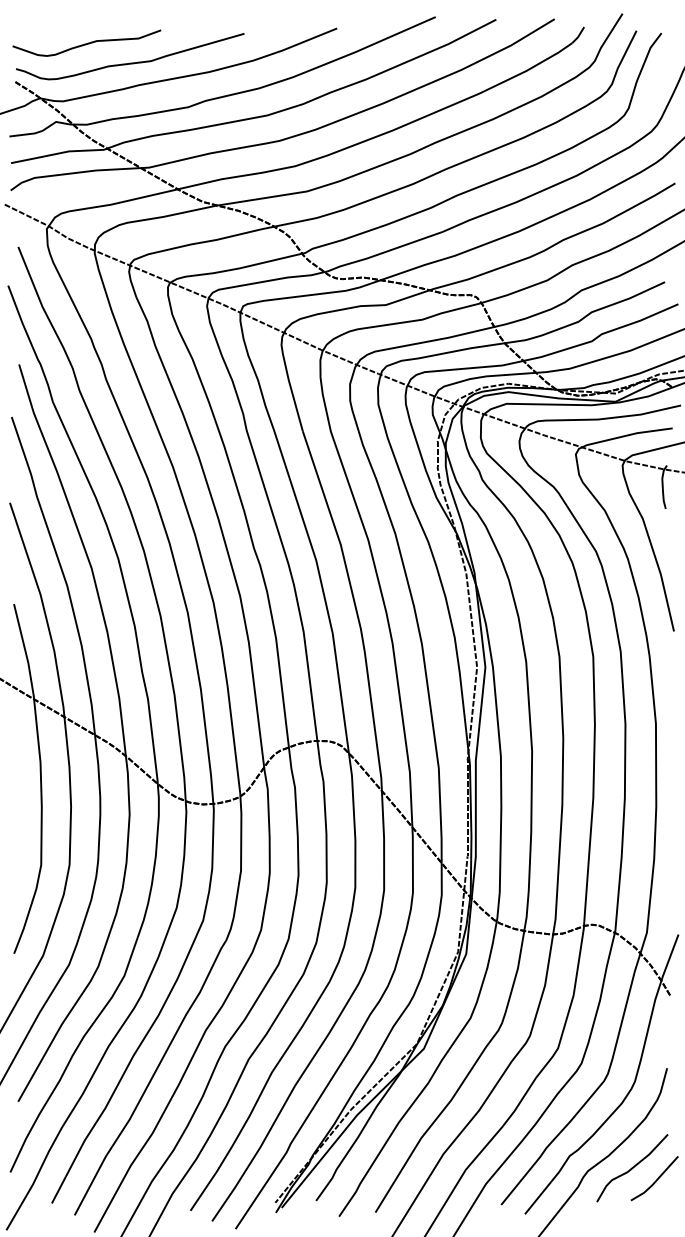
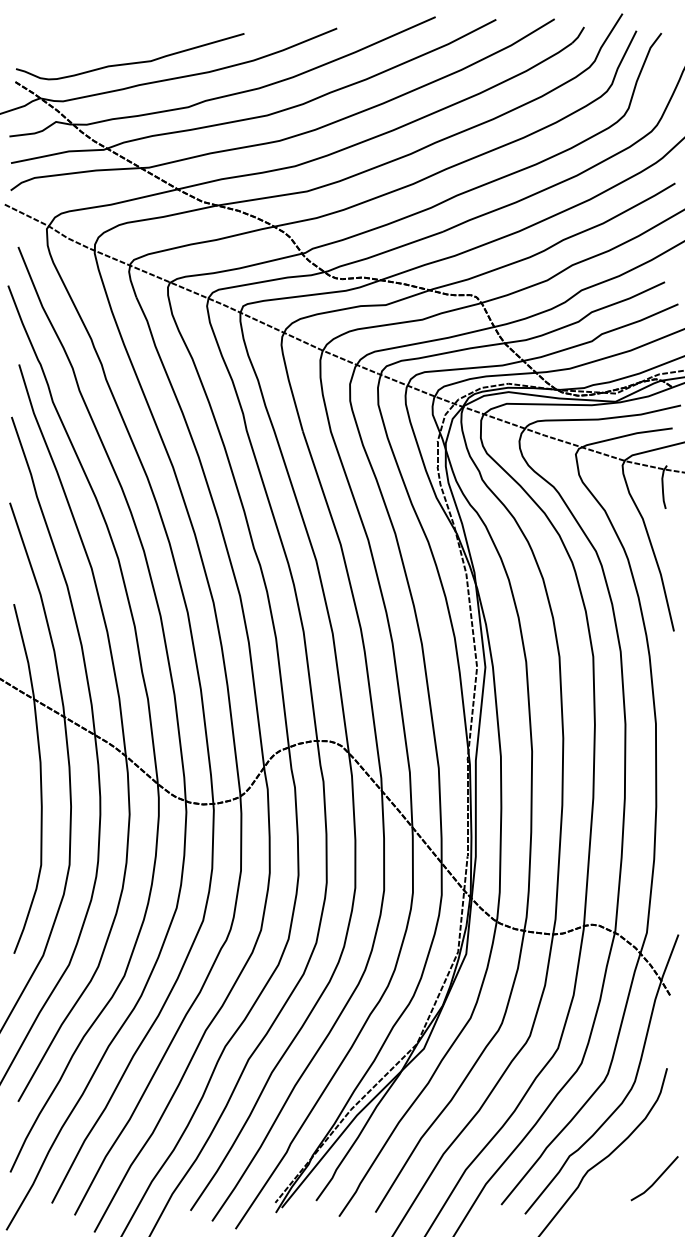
curve at (87, 42): present -> none
curve at (632, 1168): present -> none
